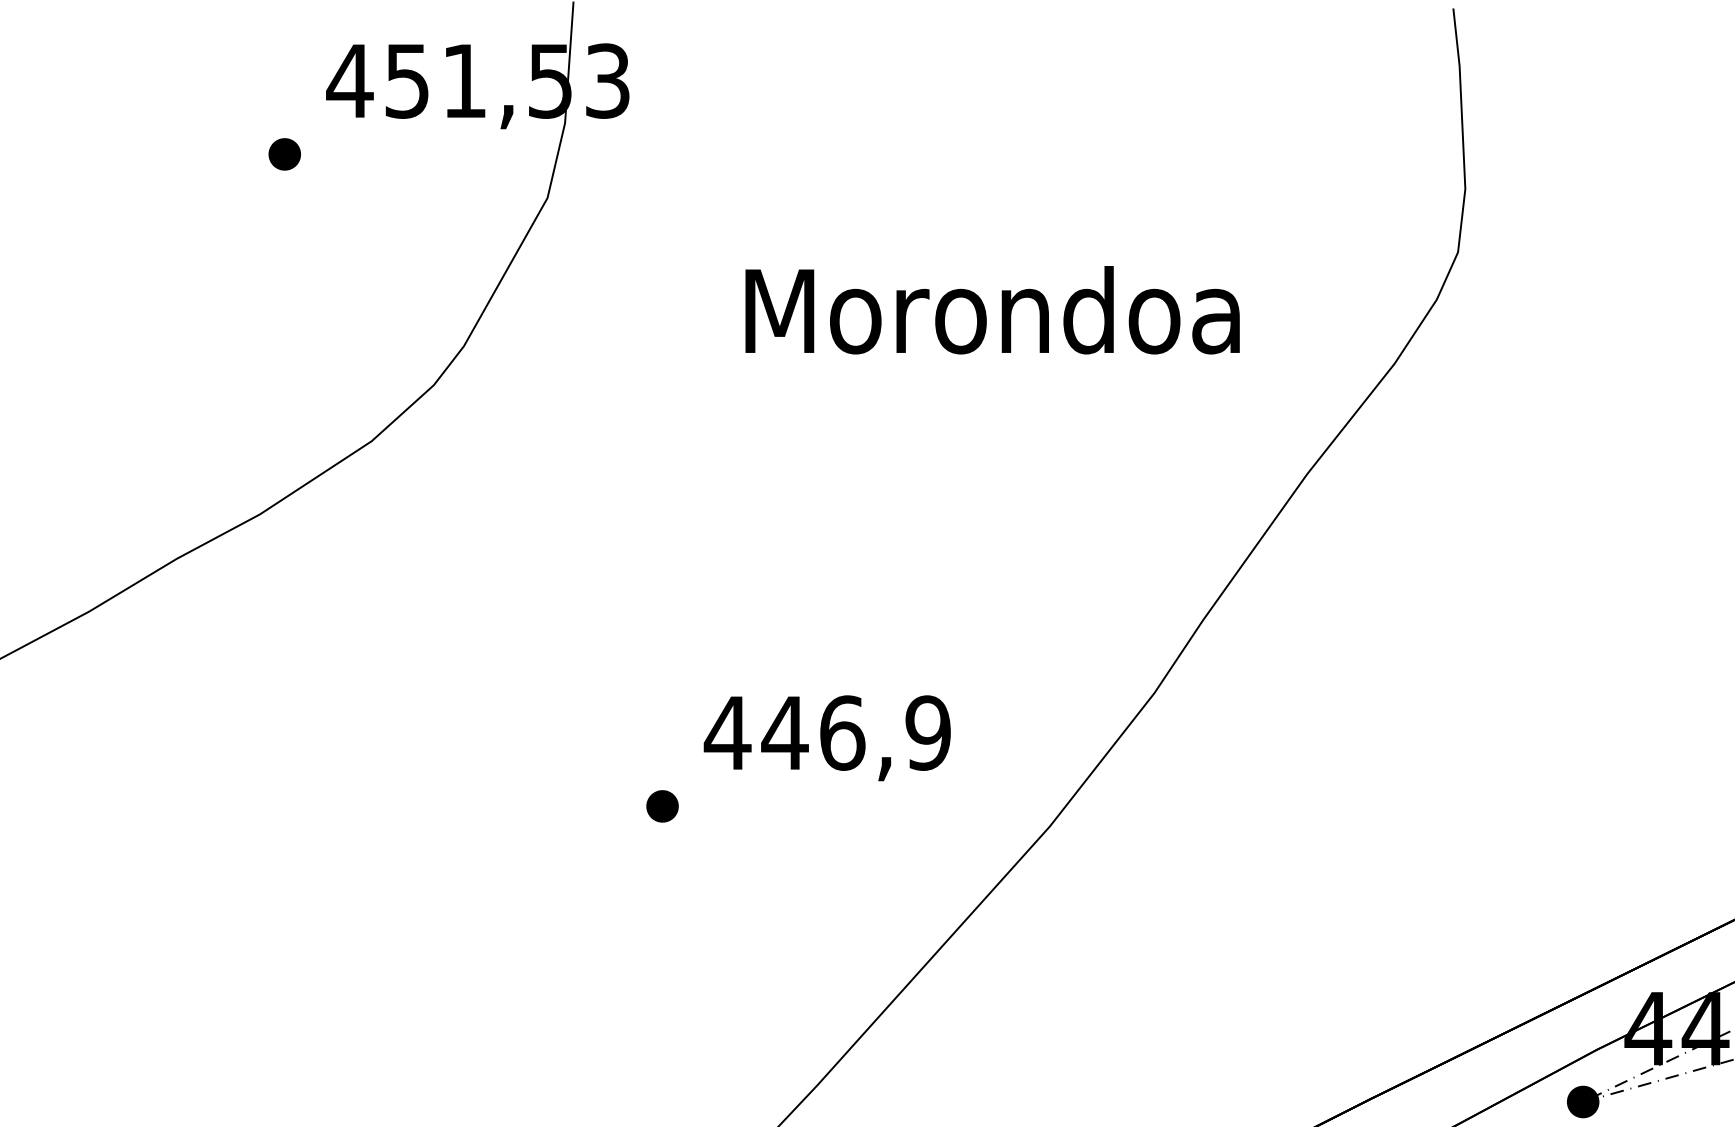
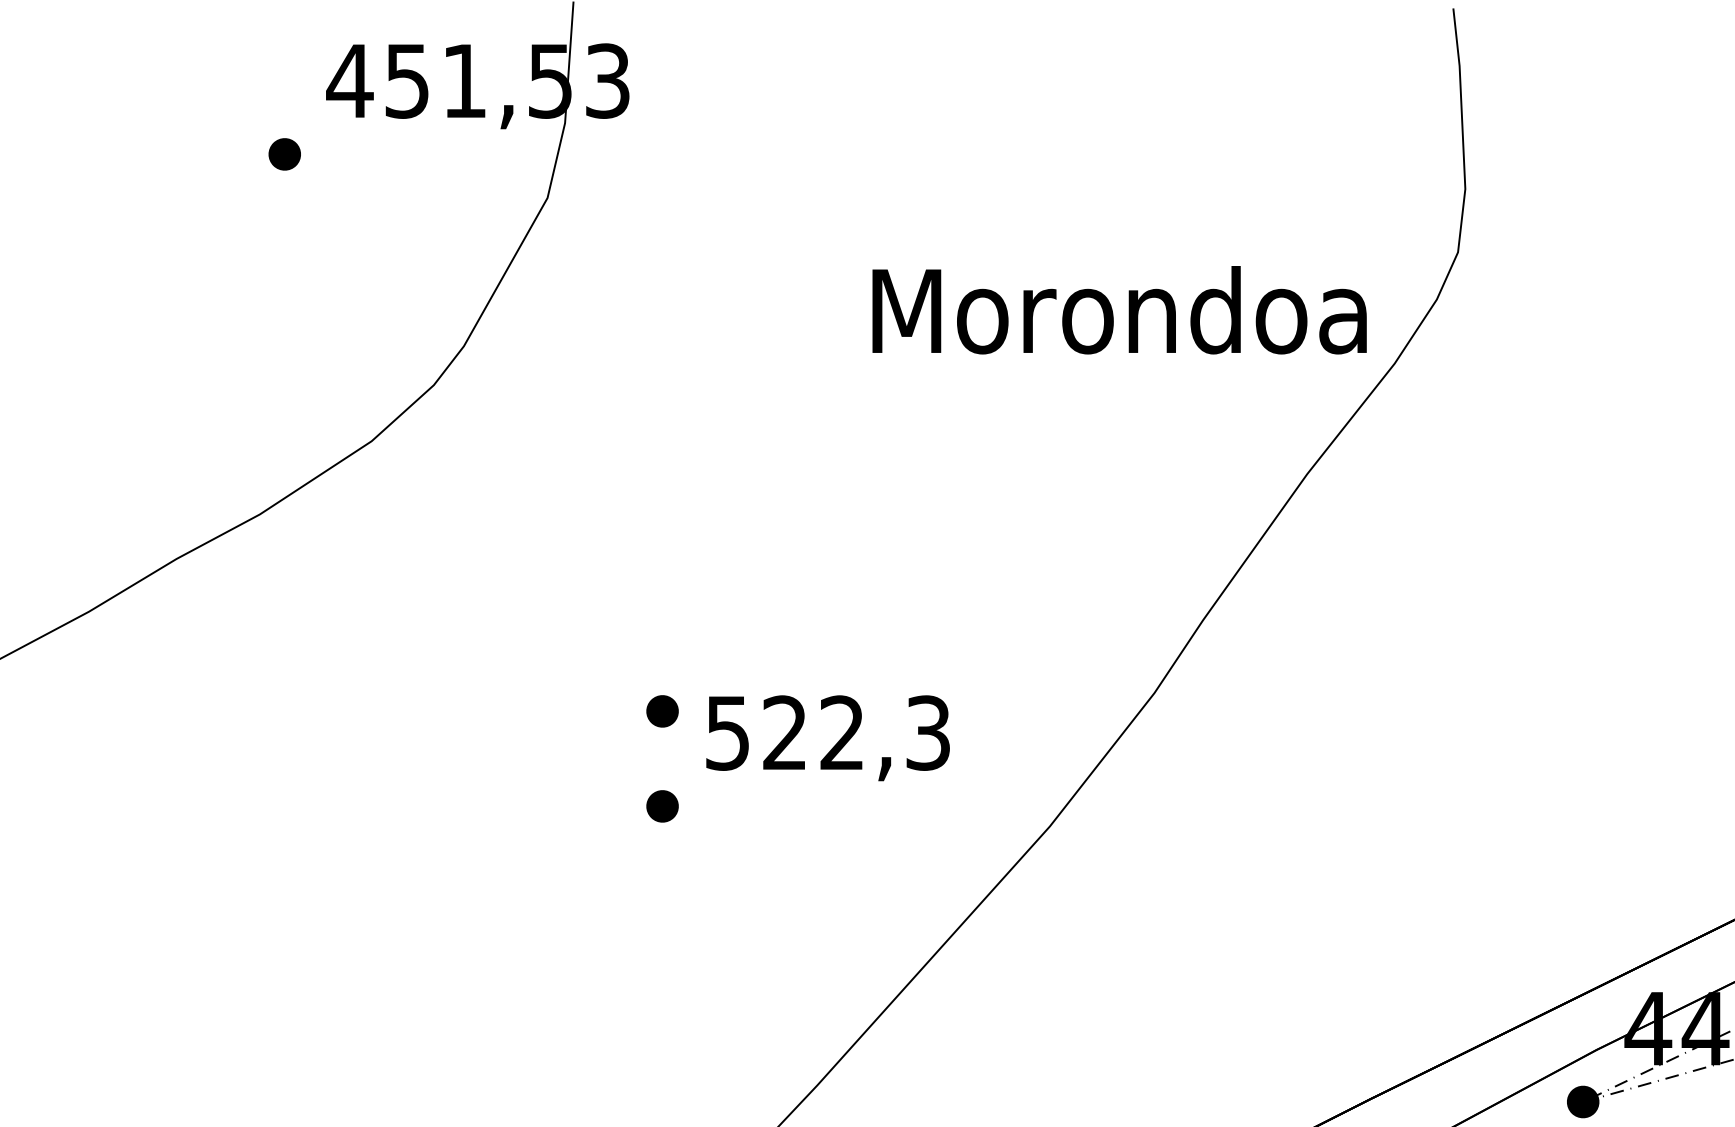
text at (992, 310) position: (992, 310) -> (1119, 310)
part at (662, 711): none -> present
text at (826, 732): 446,9 -> 522,3
